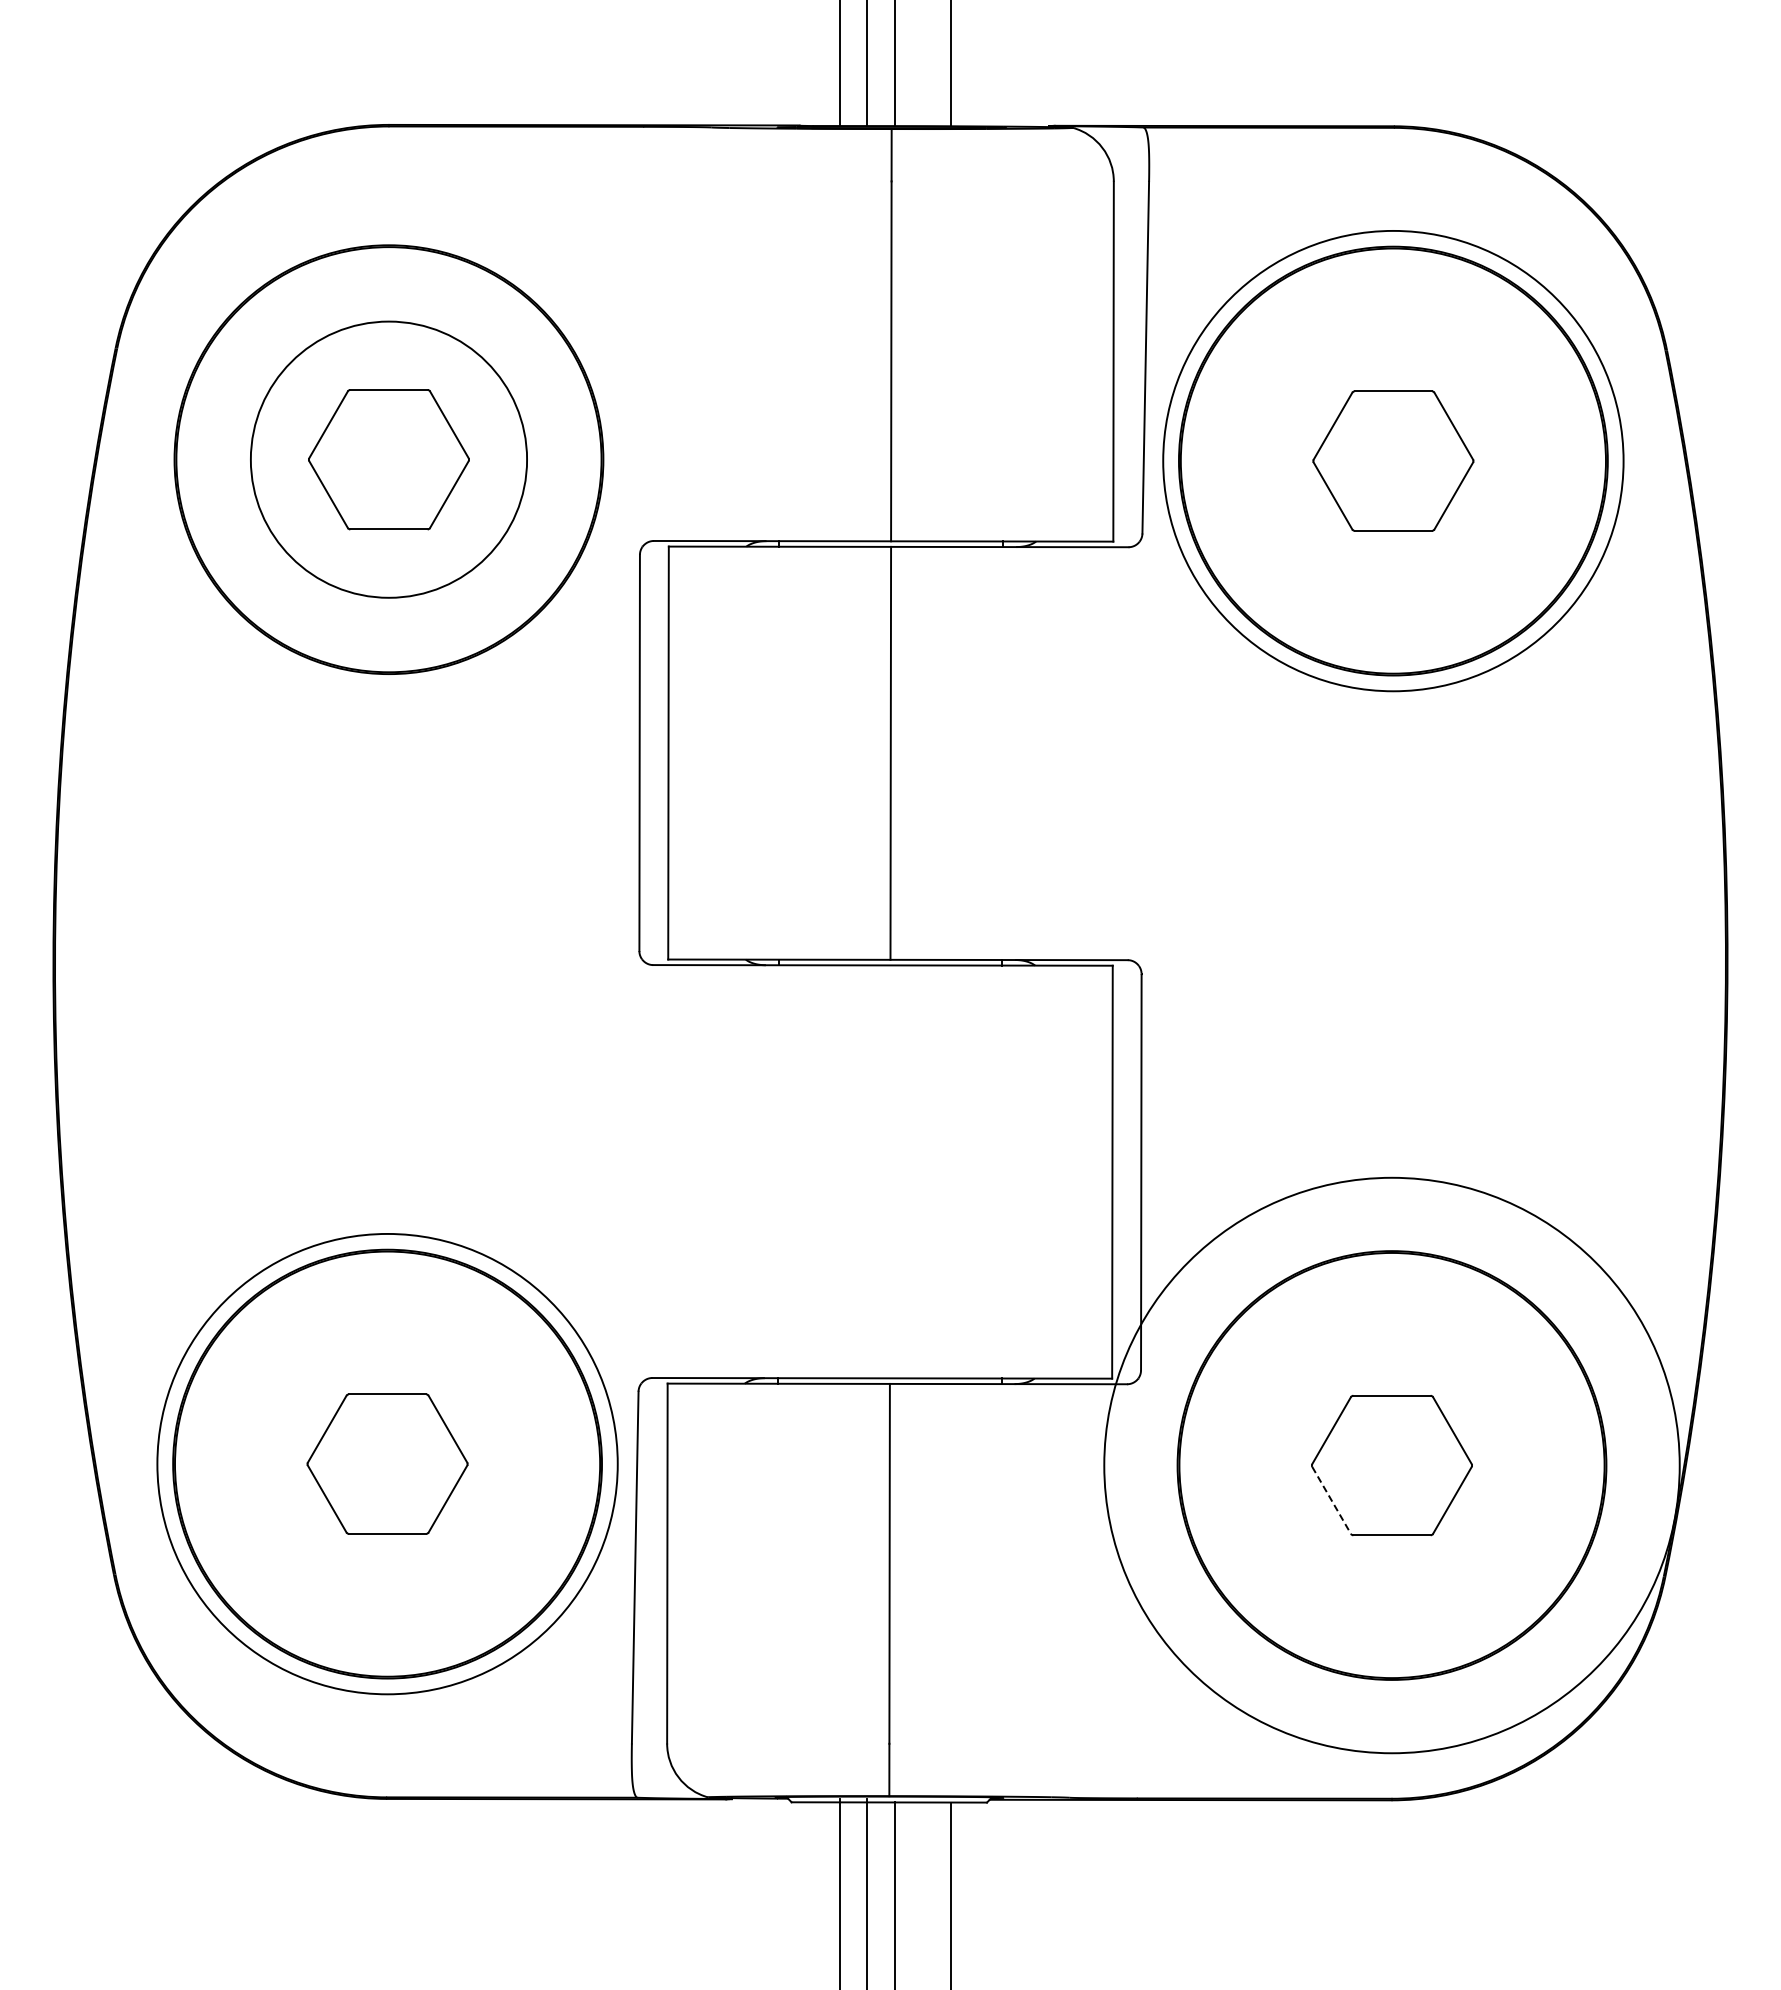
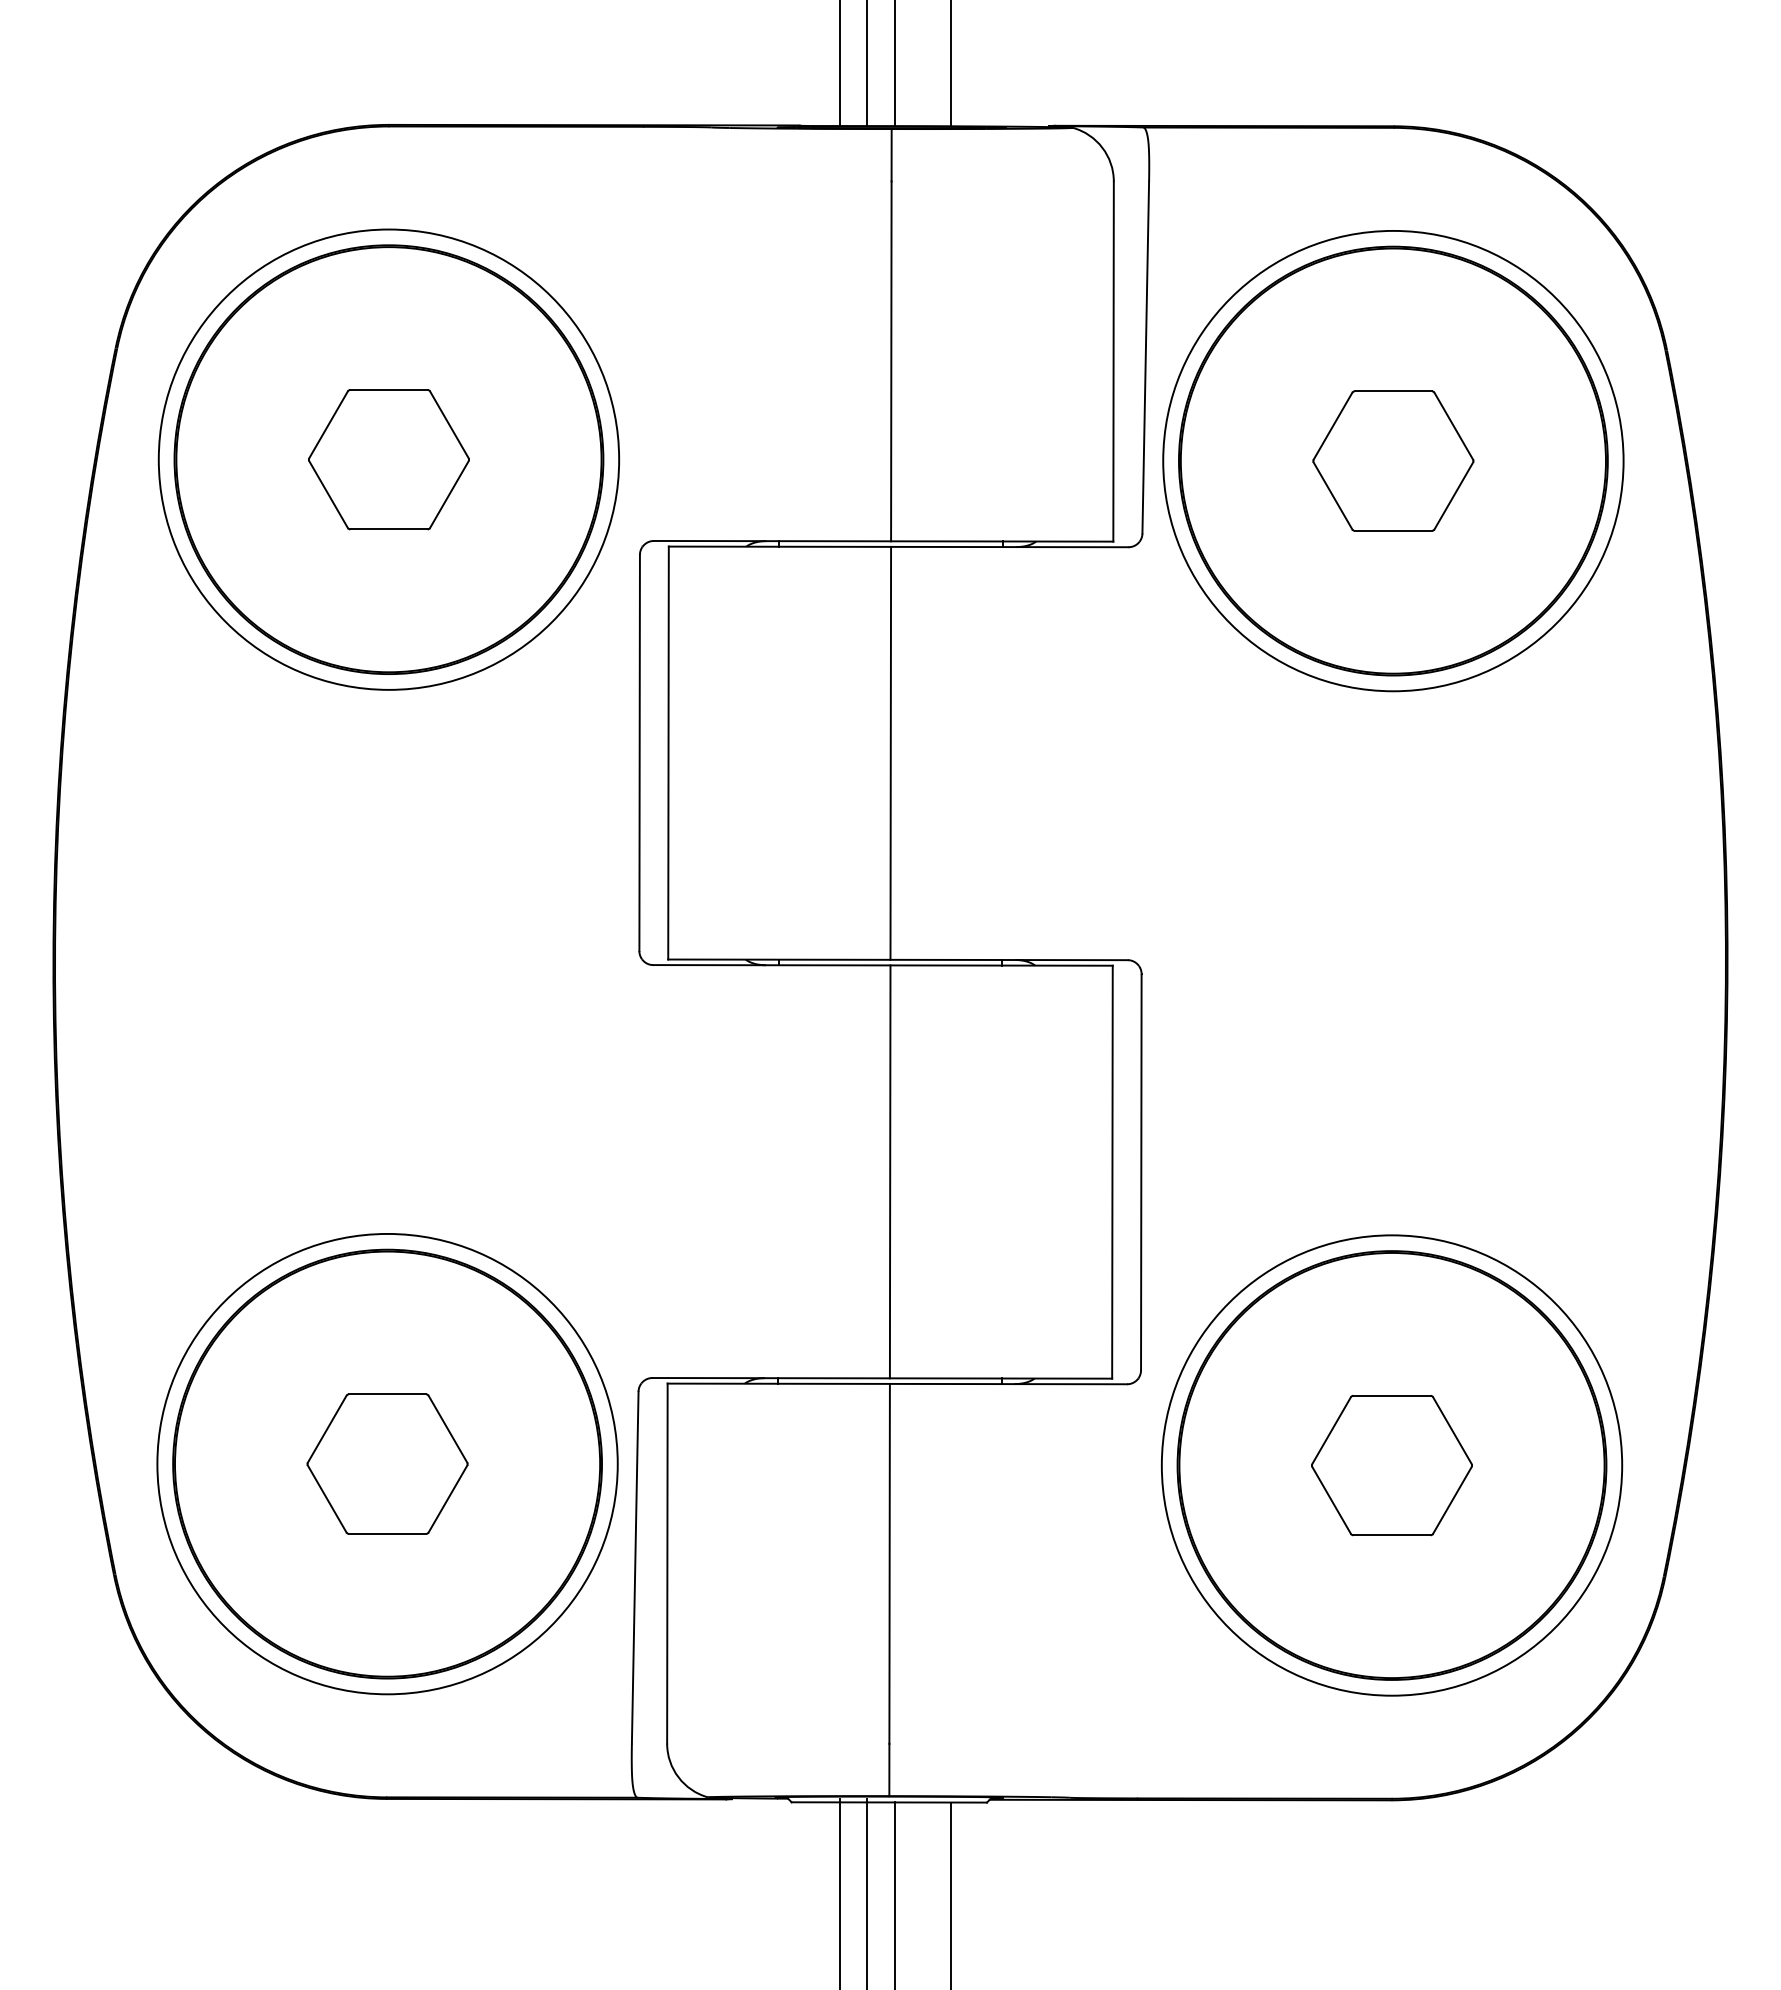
circle at (388, 459) diameter: 276 px -> 460 px
line at (889, 1171): none -> present
circle at (1391, 1465) diameter: 575 px -> 460 px
line at (1331, 1500): dashed -> solid
